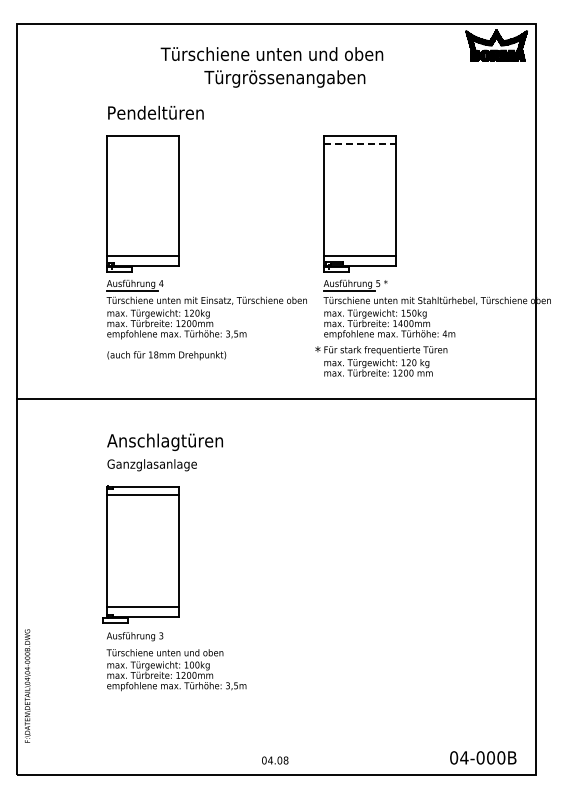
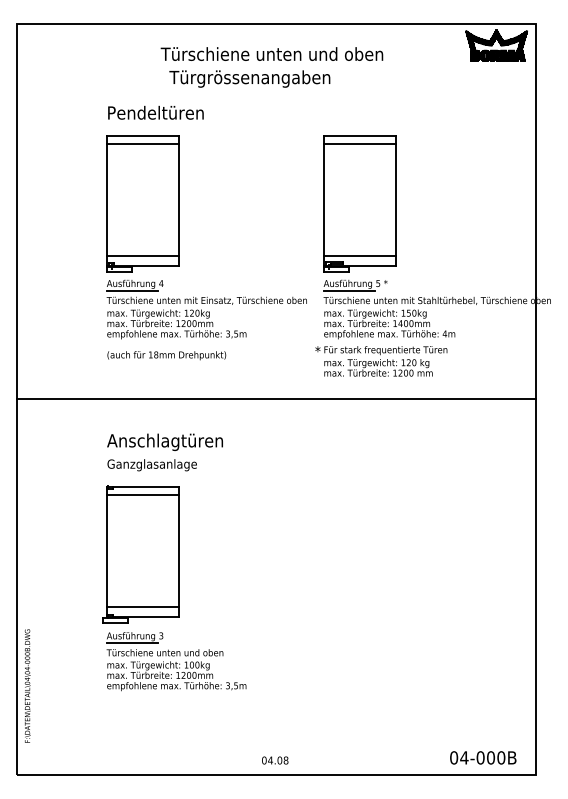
text at (284, 78) position: (284, 78) -> (249, 78)
line at (142, 143): none -> present
line at (360, 143): dashed -> solid
line at (132, 643): none -> present
